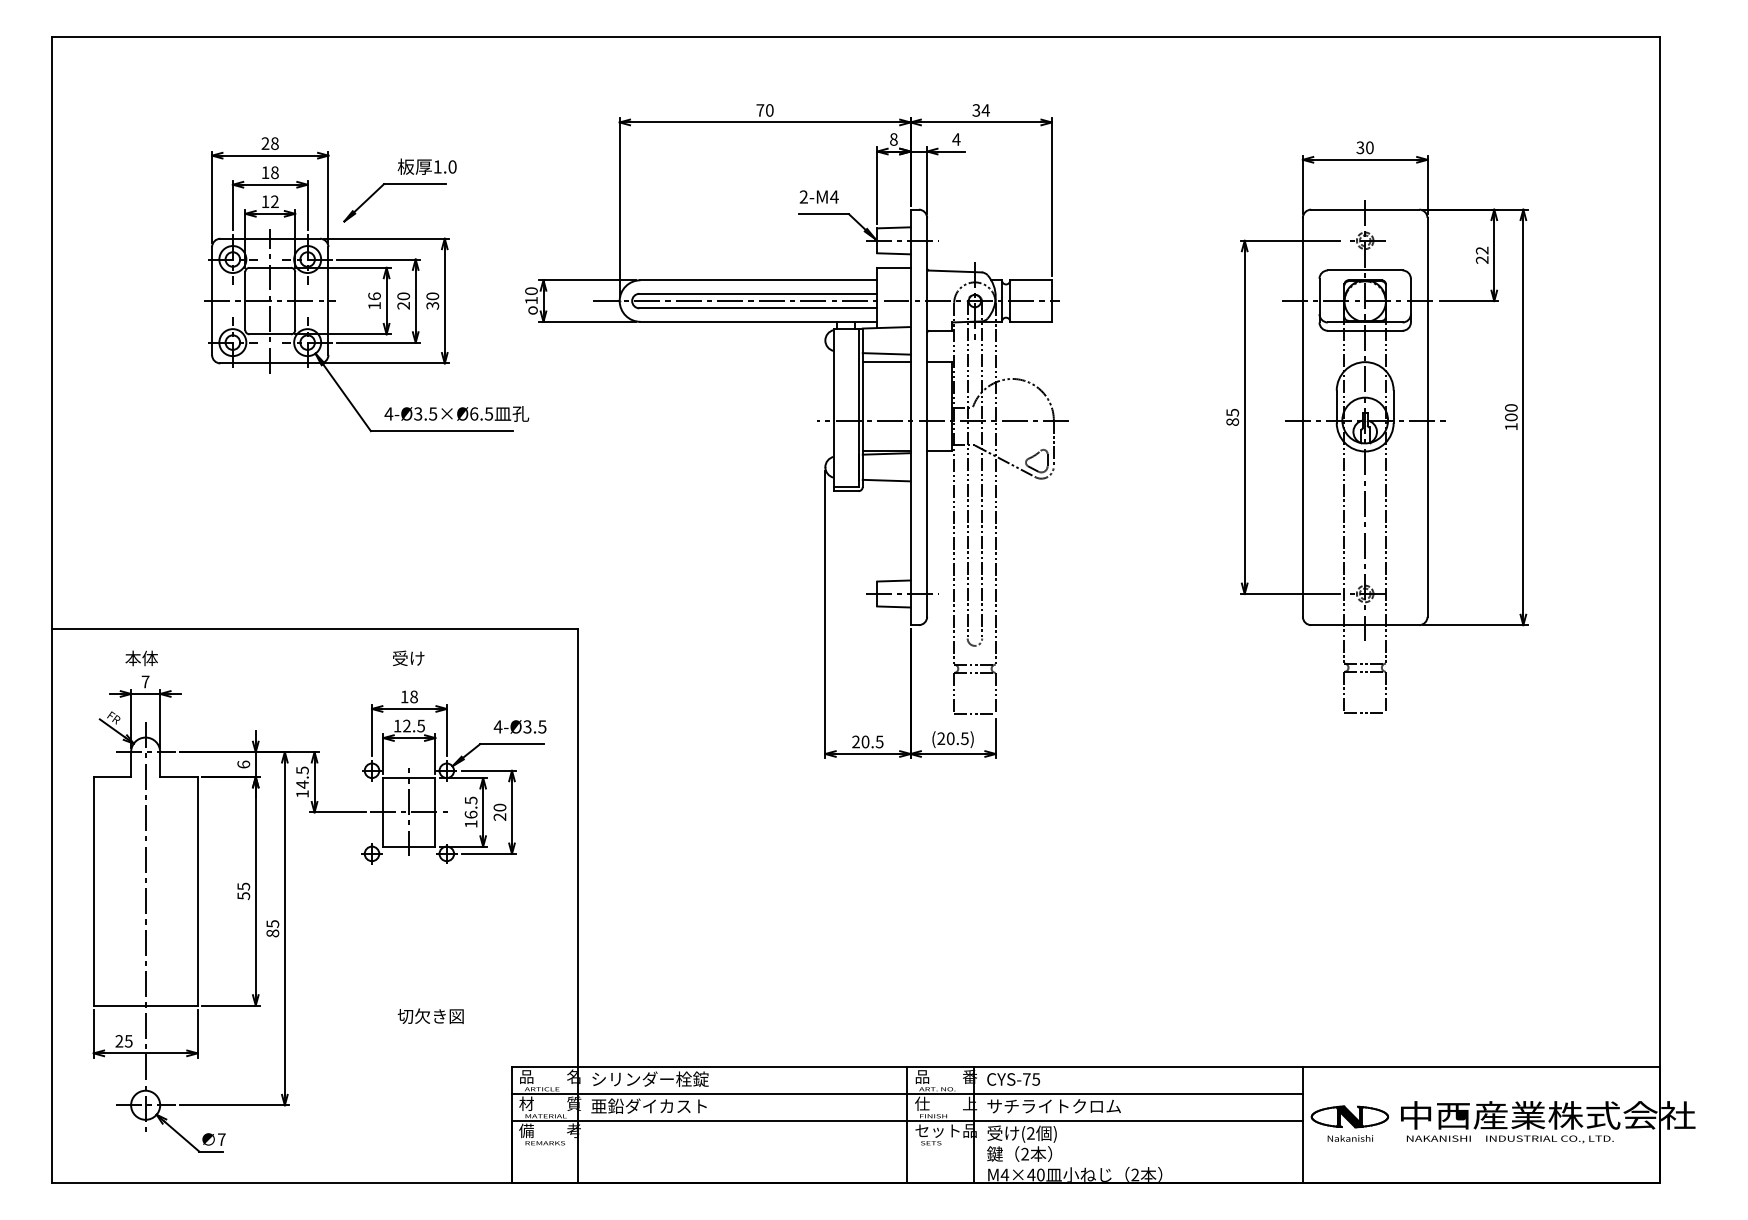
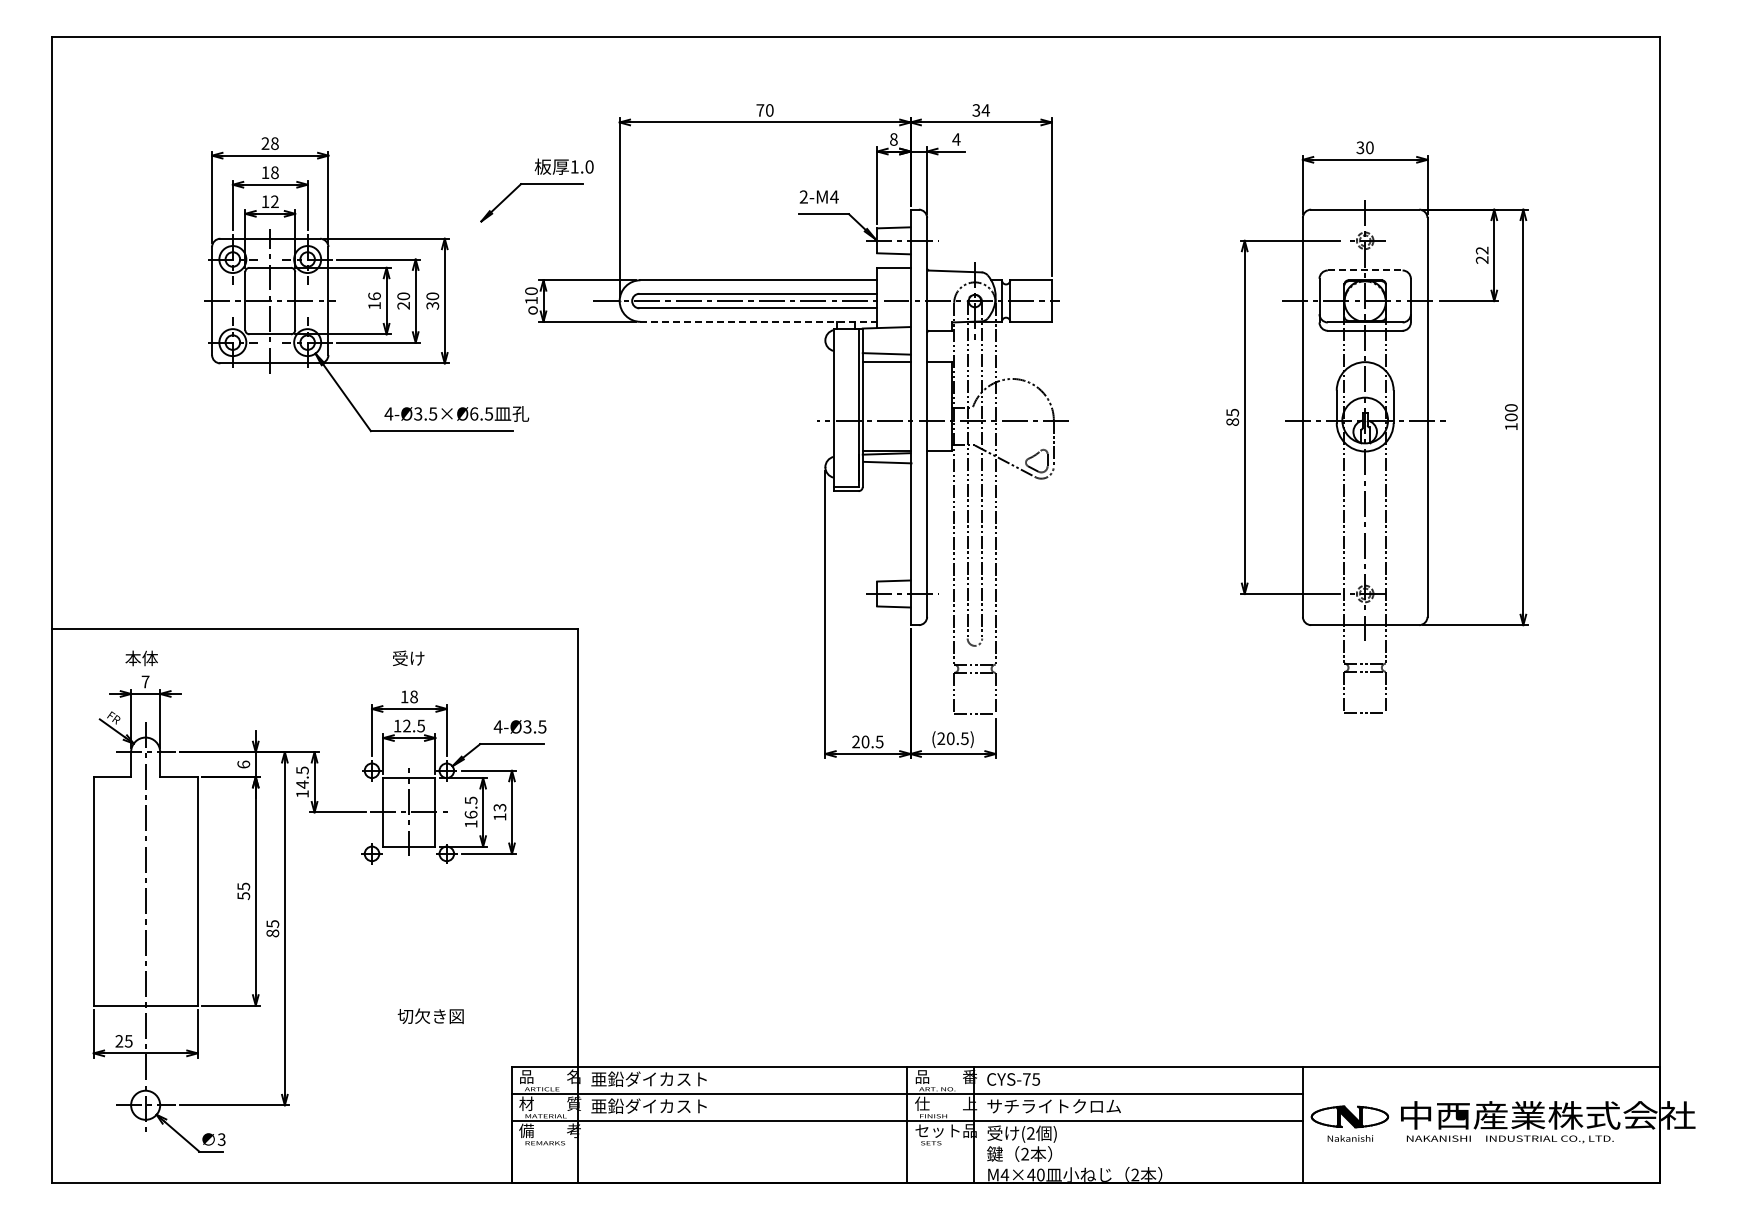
part at (399, 190) position: (399, 190) -> (536, 190)
line at (1365, 270): solid -> dashed
line at (759, 321): solid -> dashed
line at (886, 480) position: (886, 480) -> (887, 462)
text at (499, 811): 20 -> 13
text at (649, 1078): シリンダー栓錠 -> 亜鉛ダイカスト
text at (221, 1139): 7 -> 3
